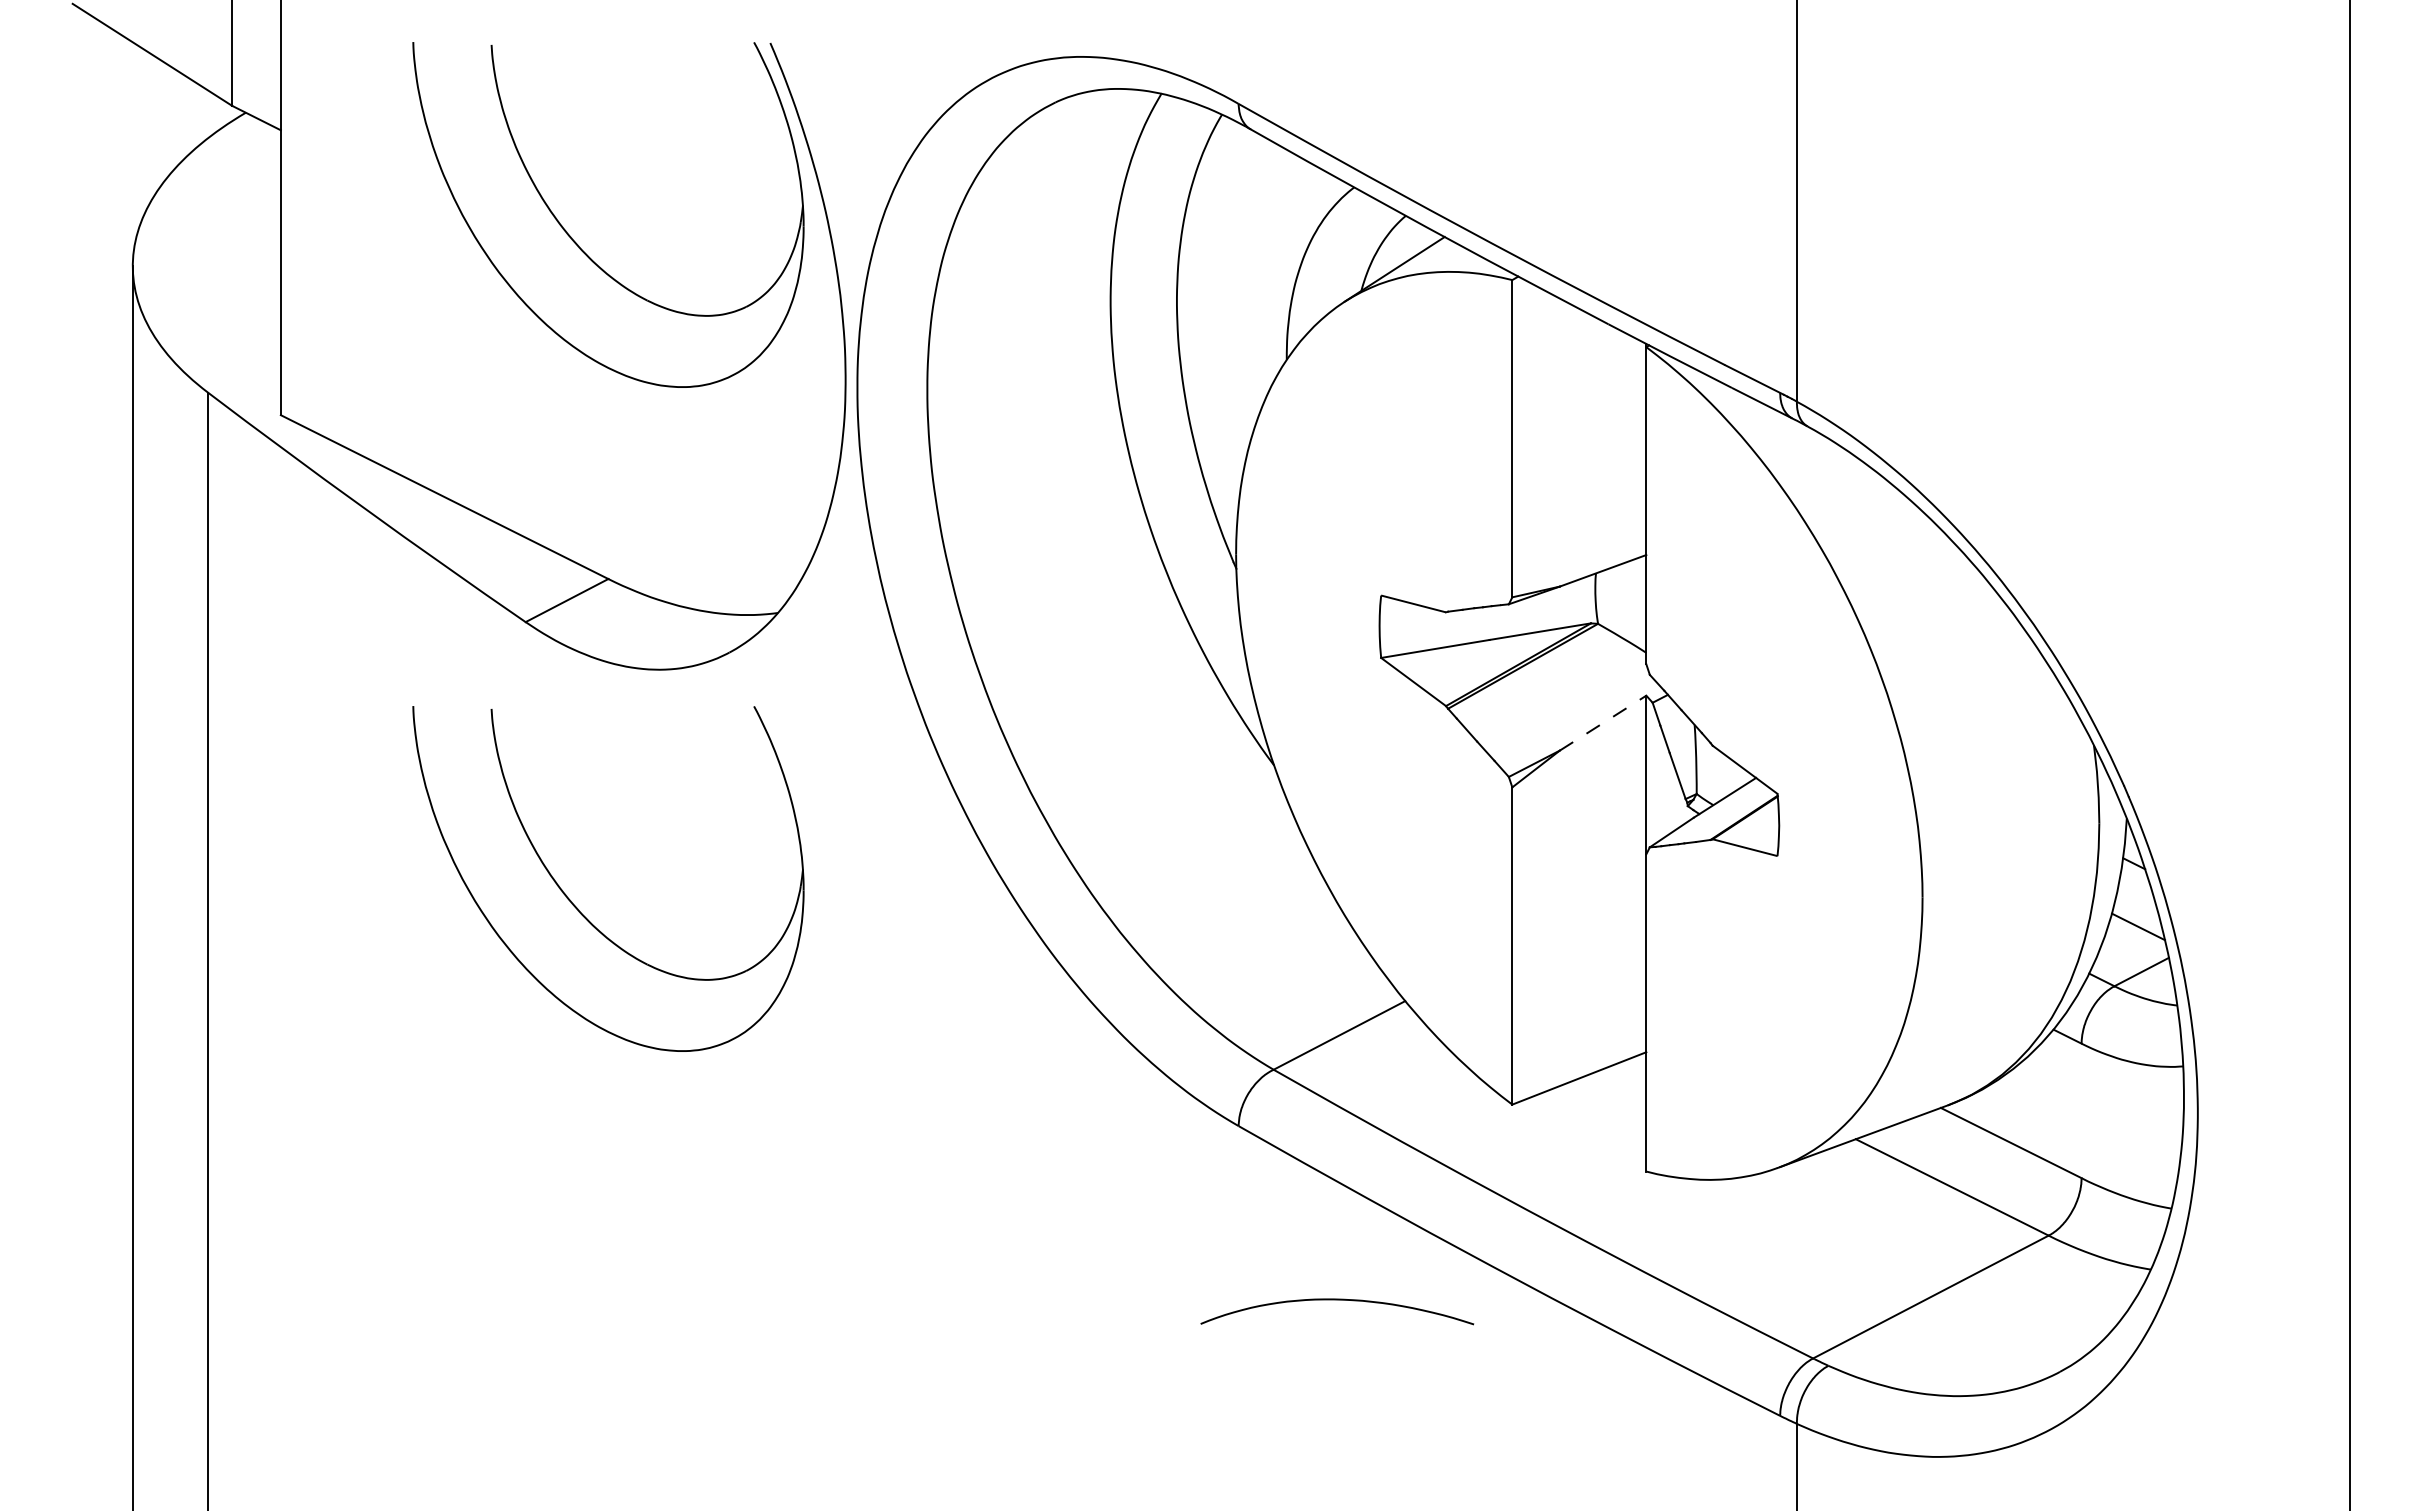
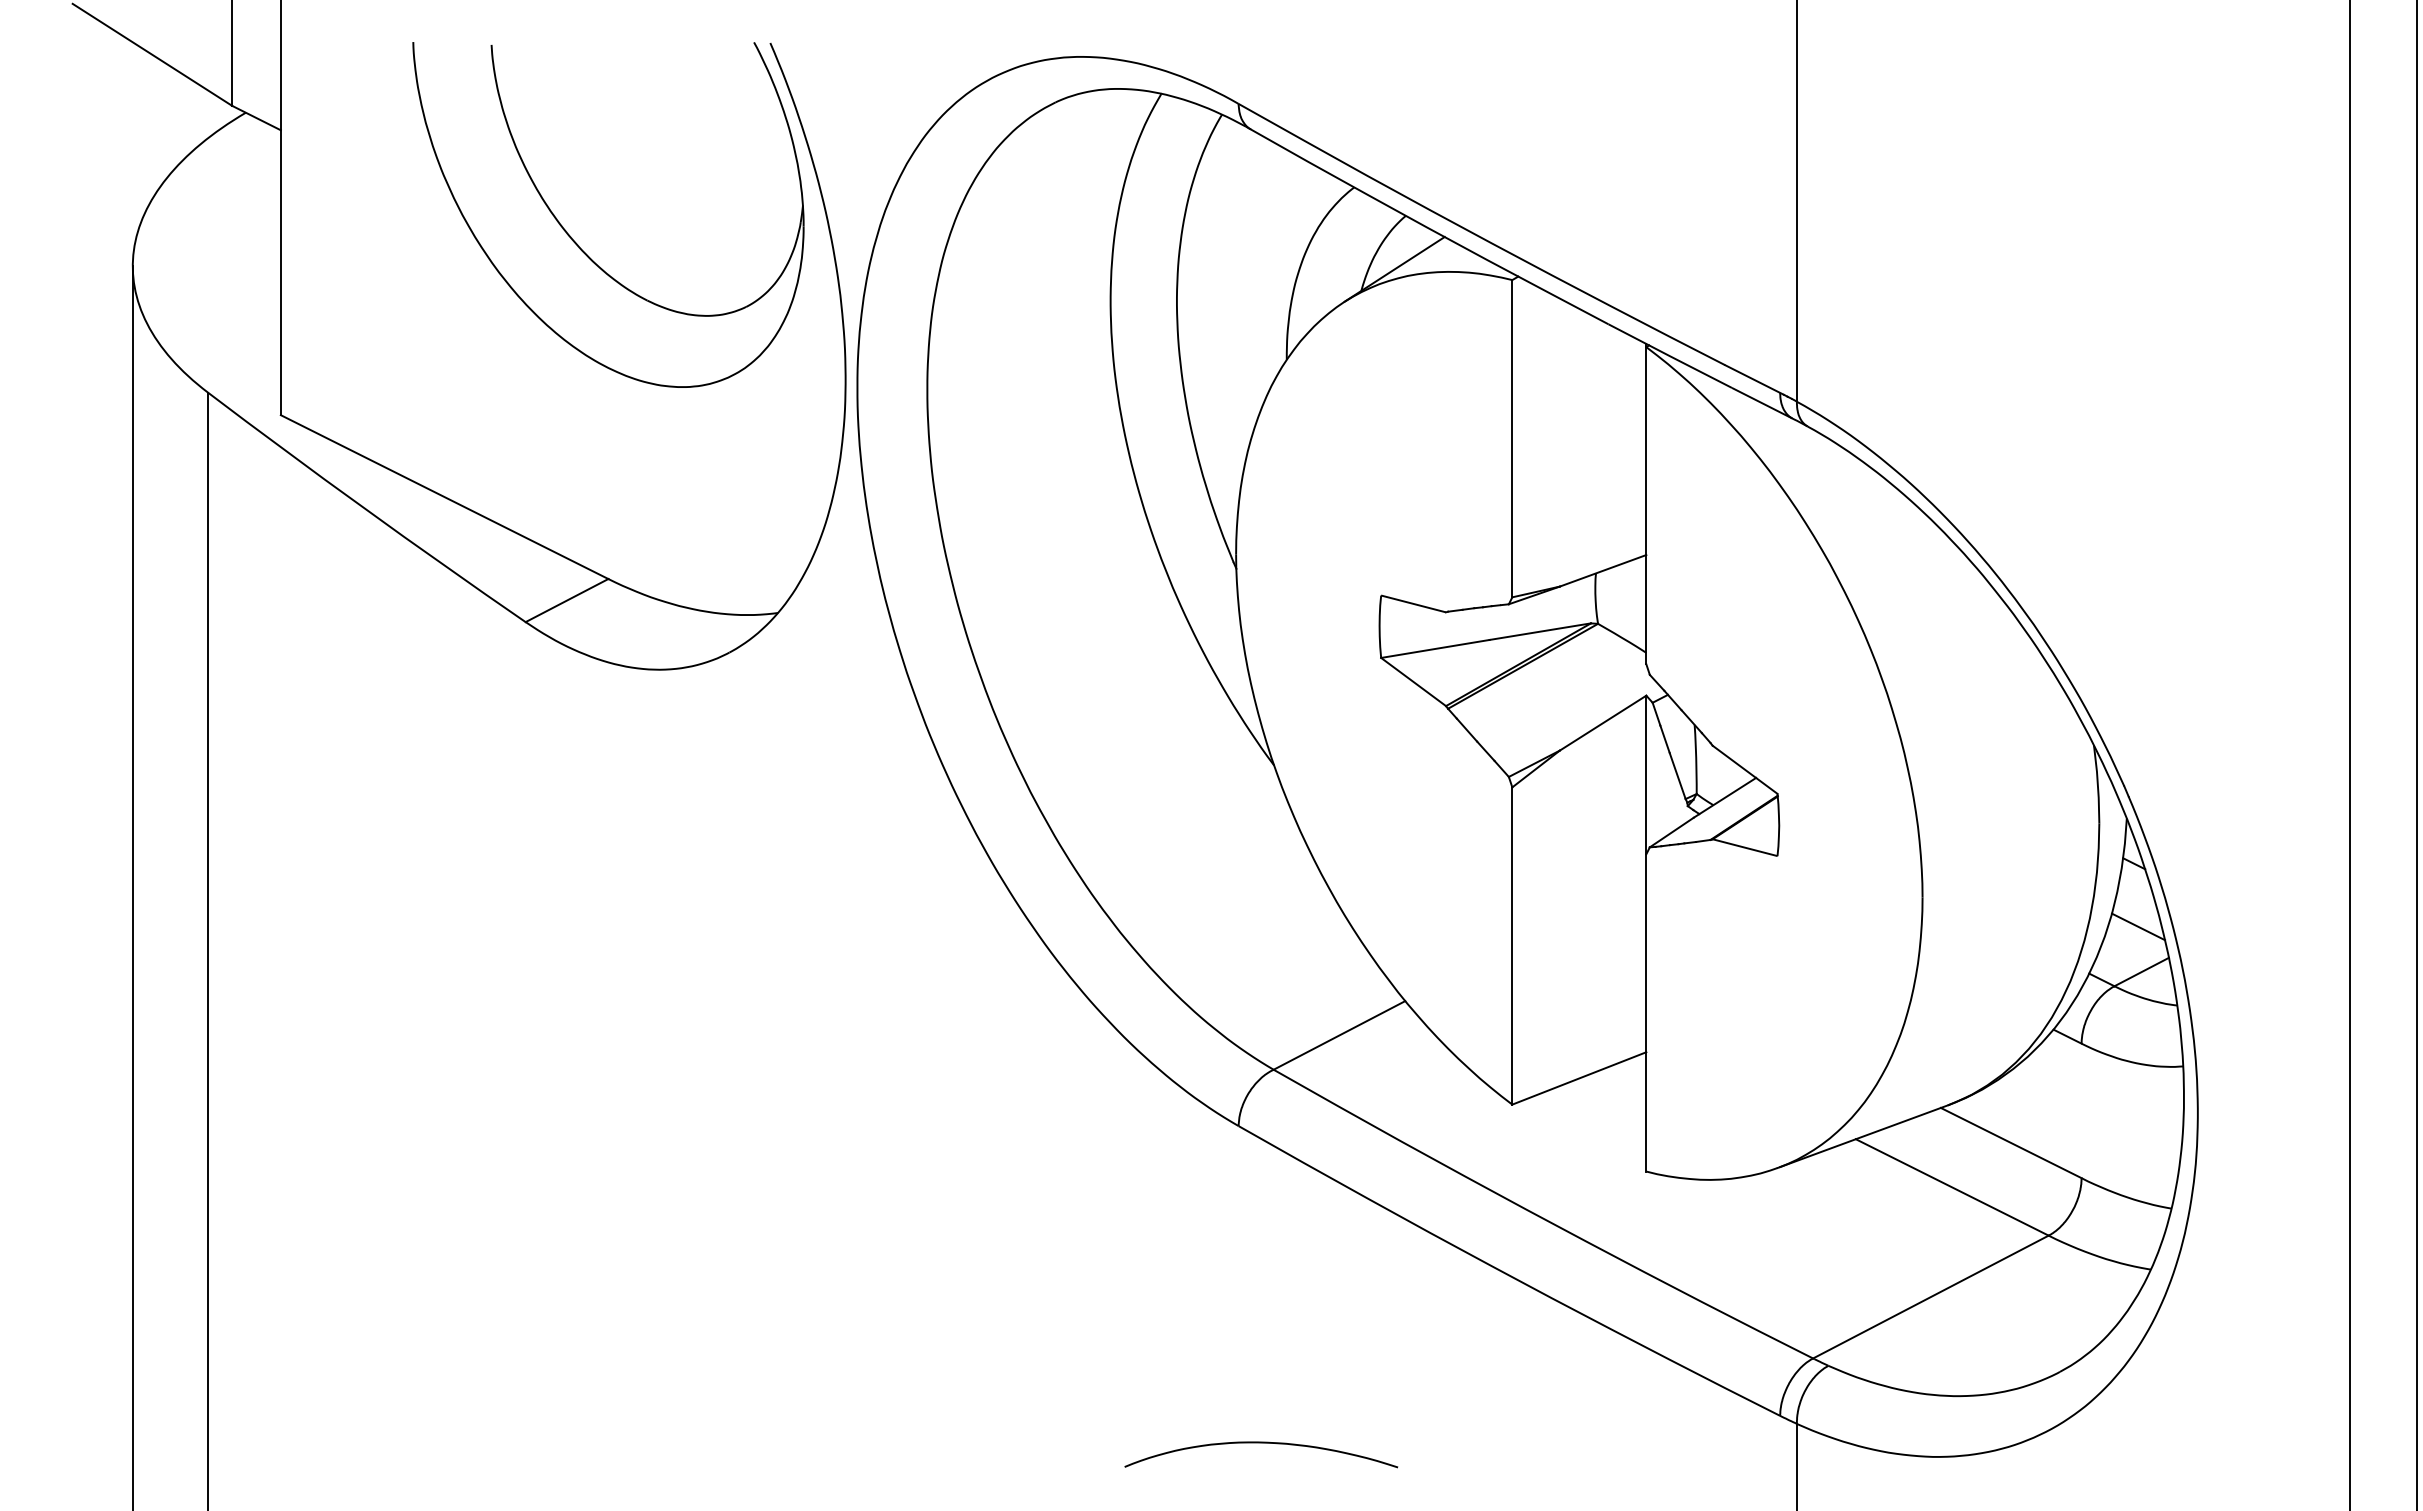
line at (1603, 722): dashed -> solid
line at (2416, 754): none -> present
part at (578, 908): present -> none
curve at (1337, 1300) position: (1337, 1300) -> (1261, 1443)
